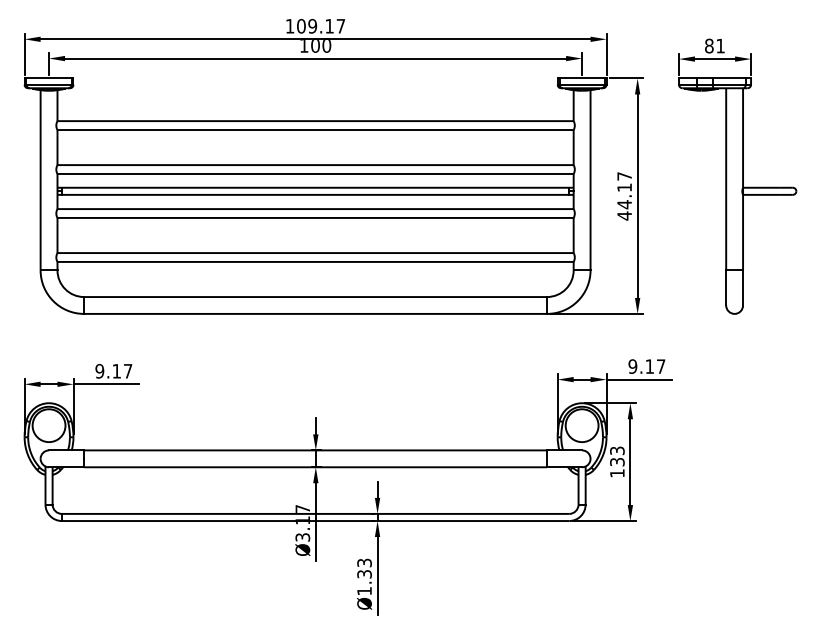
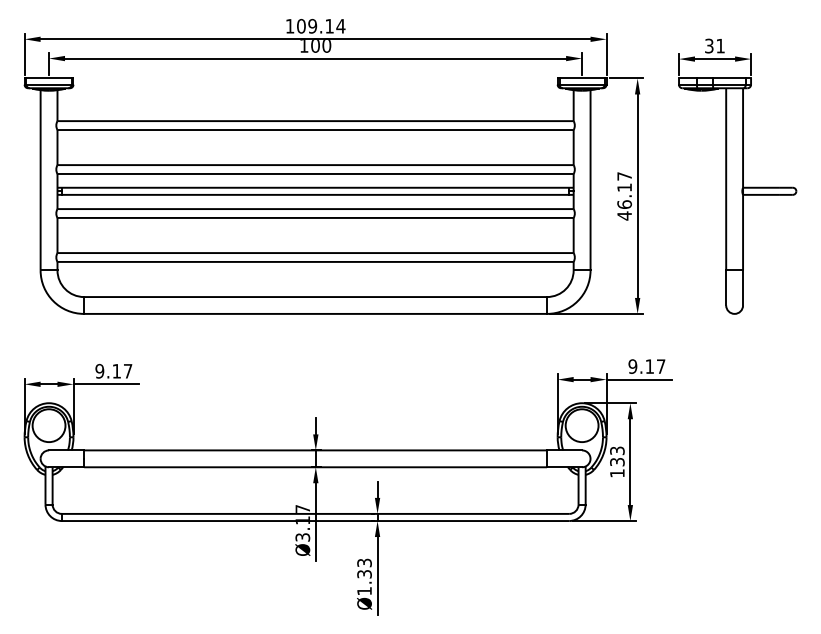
text at (340, 26): 109.17 -> 109.14
text at (709, 45): 81 -> 31
text at (624, 204): 44.17 -> 46.17
